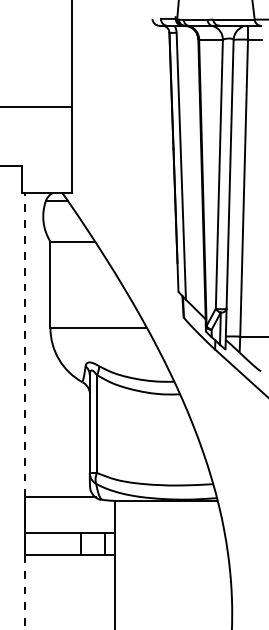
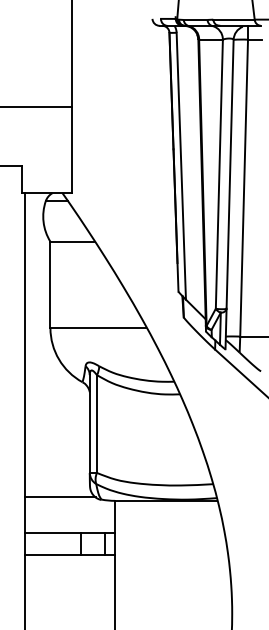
line at (25, 344): dashed -> solid
line at (25, 592): dashed -> solid
